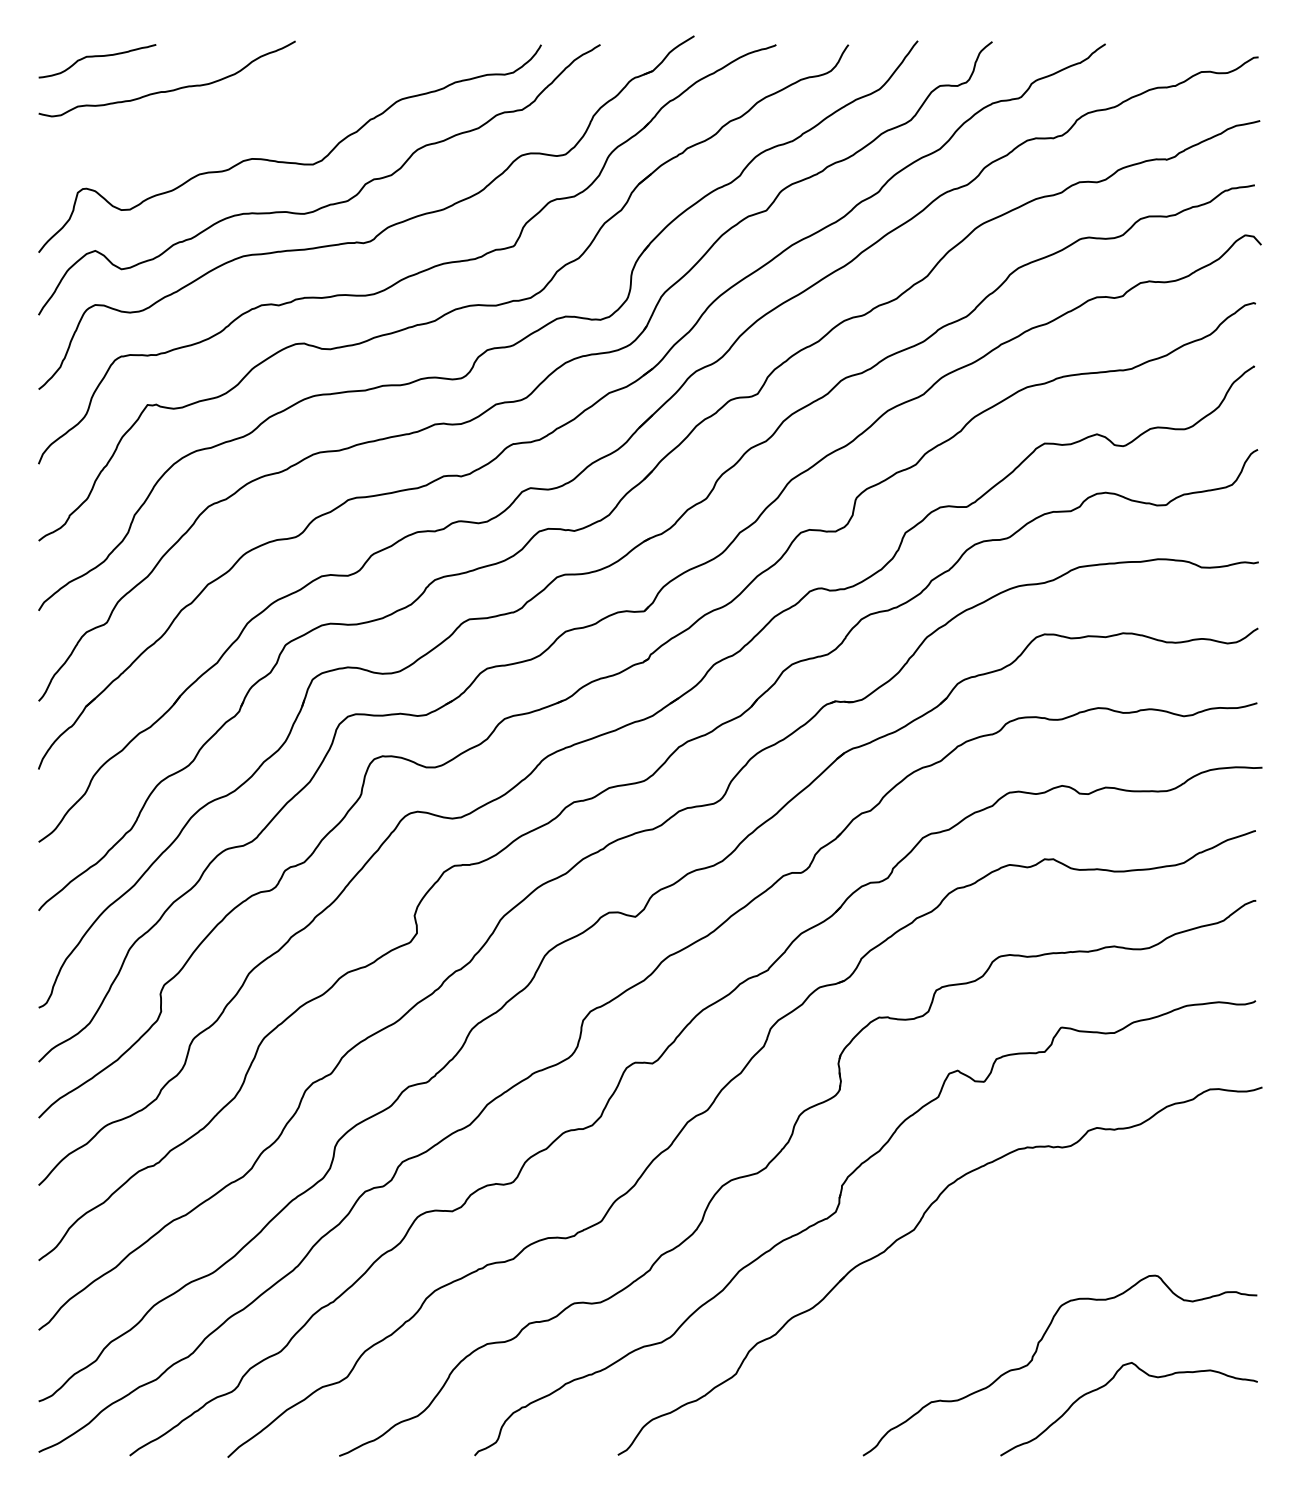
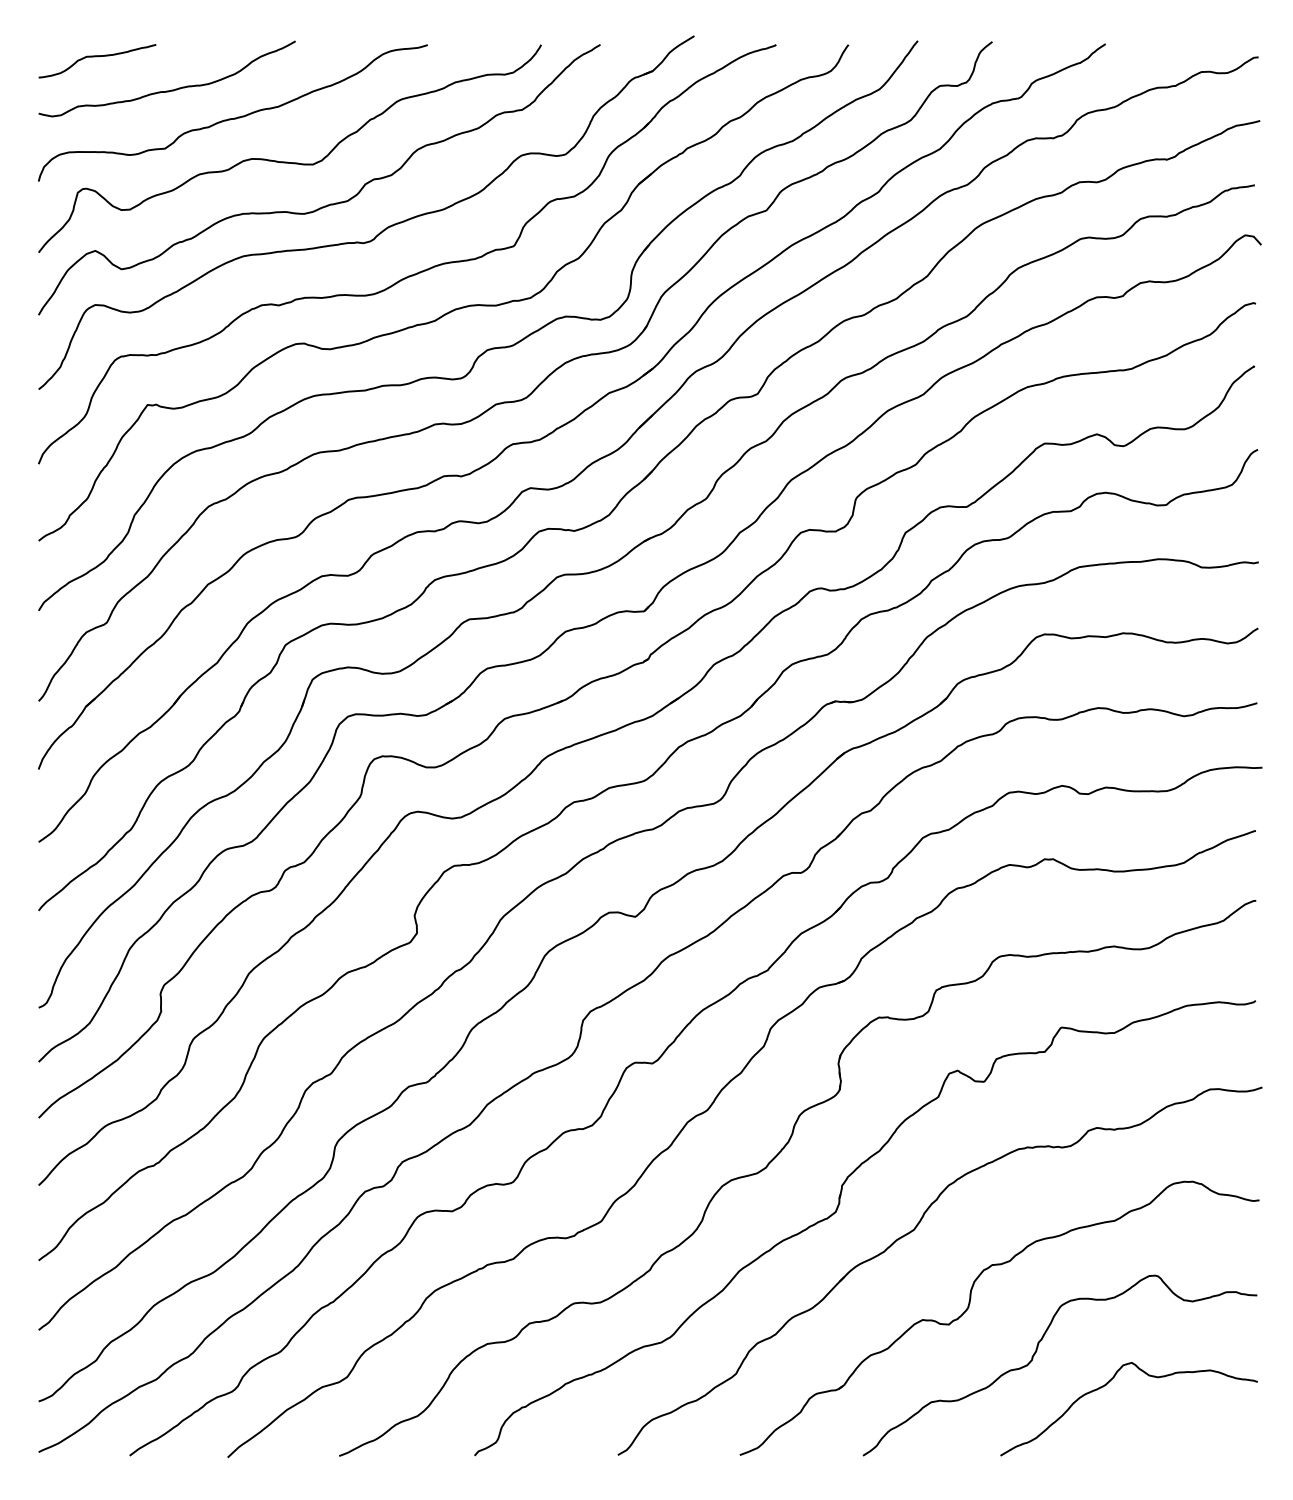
curve at (234, 117): none -> present
part at (969, 1307): none -> present
